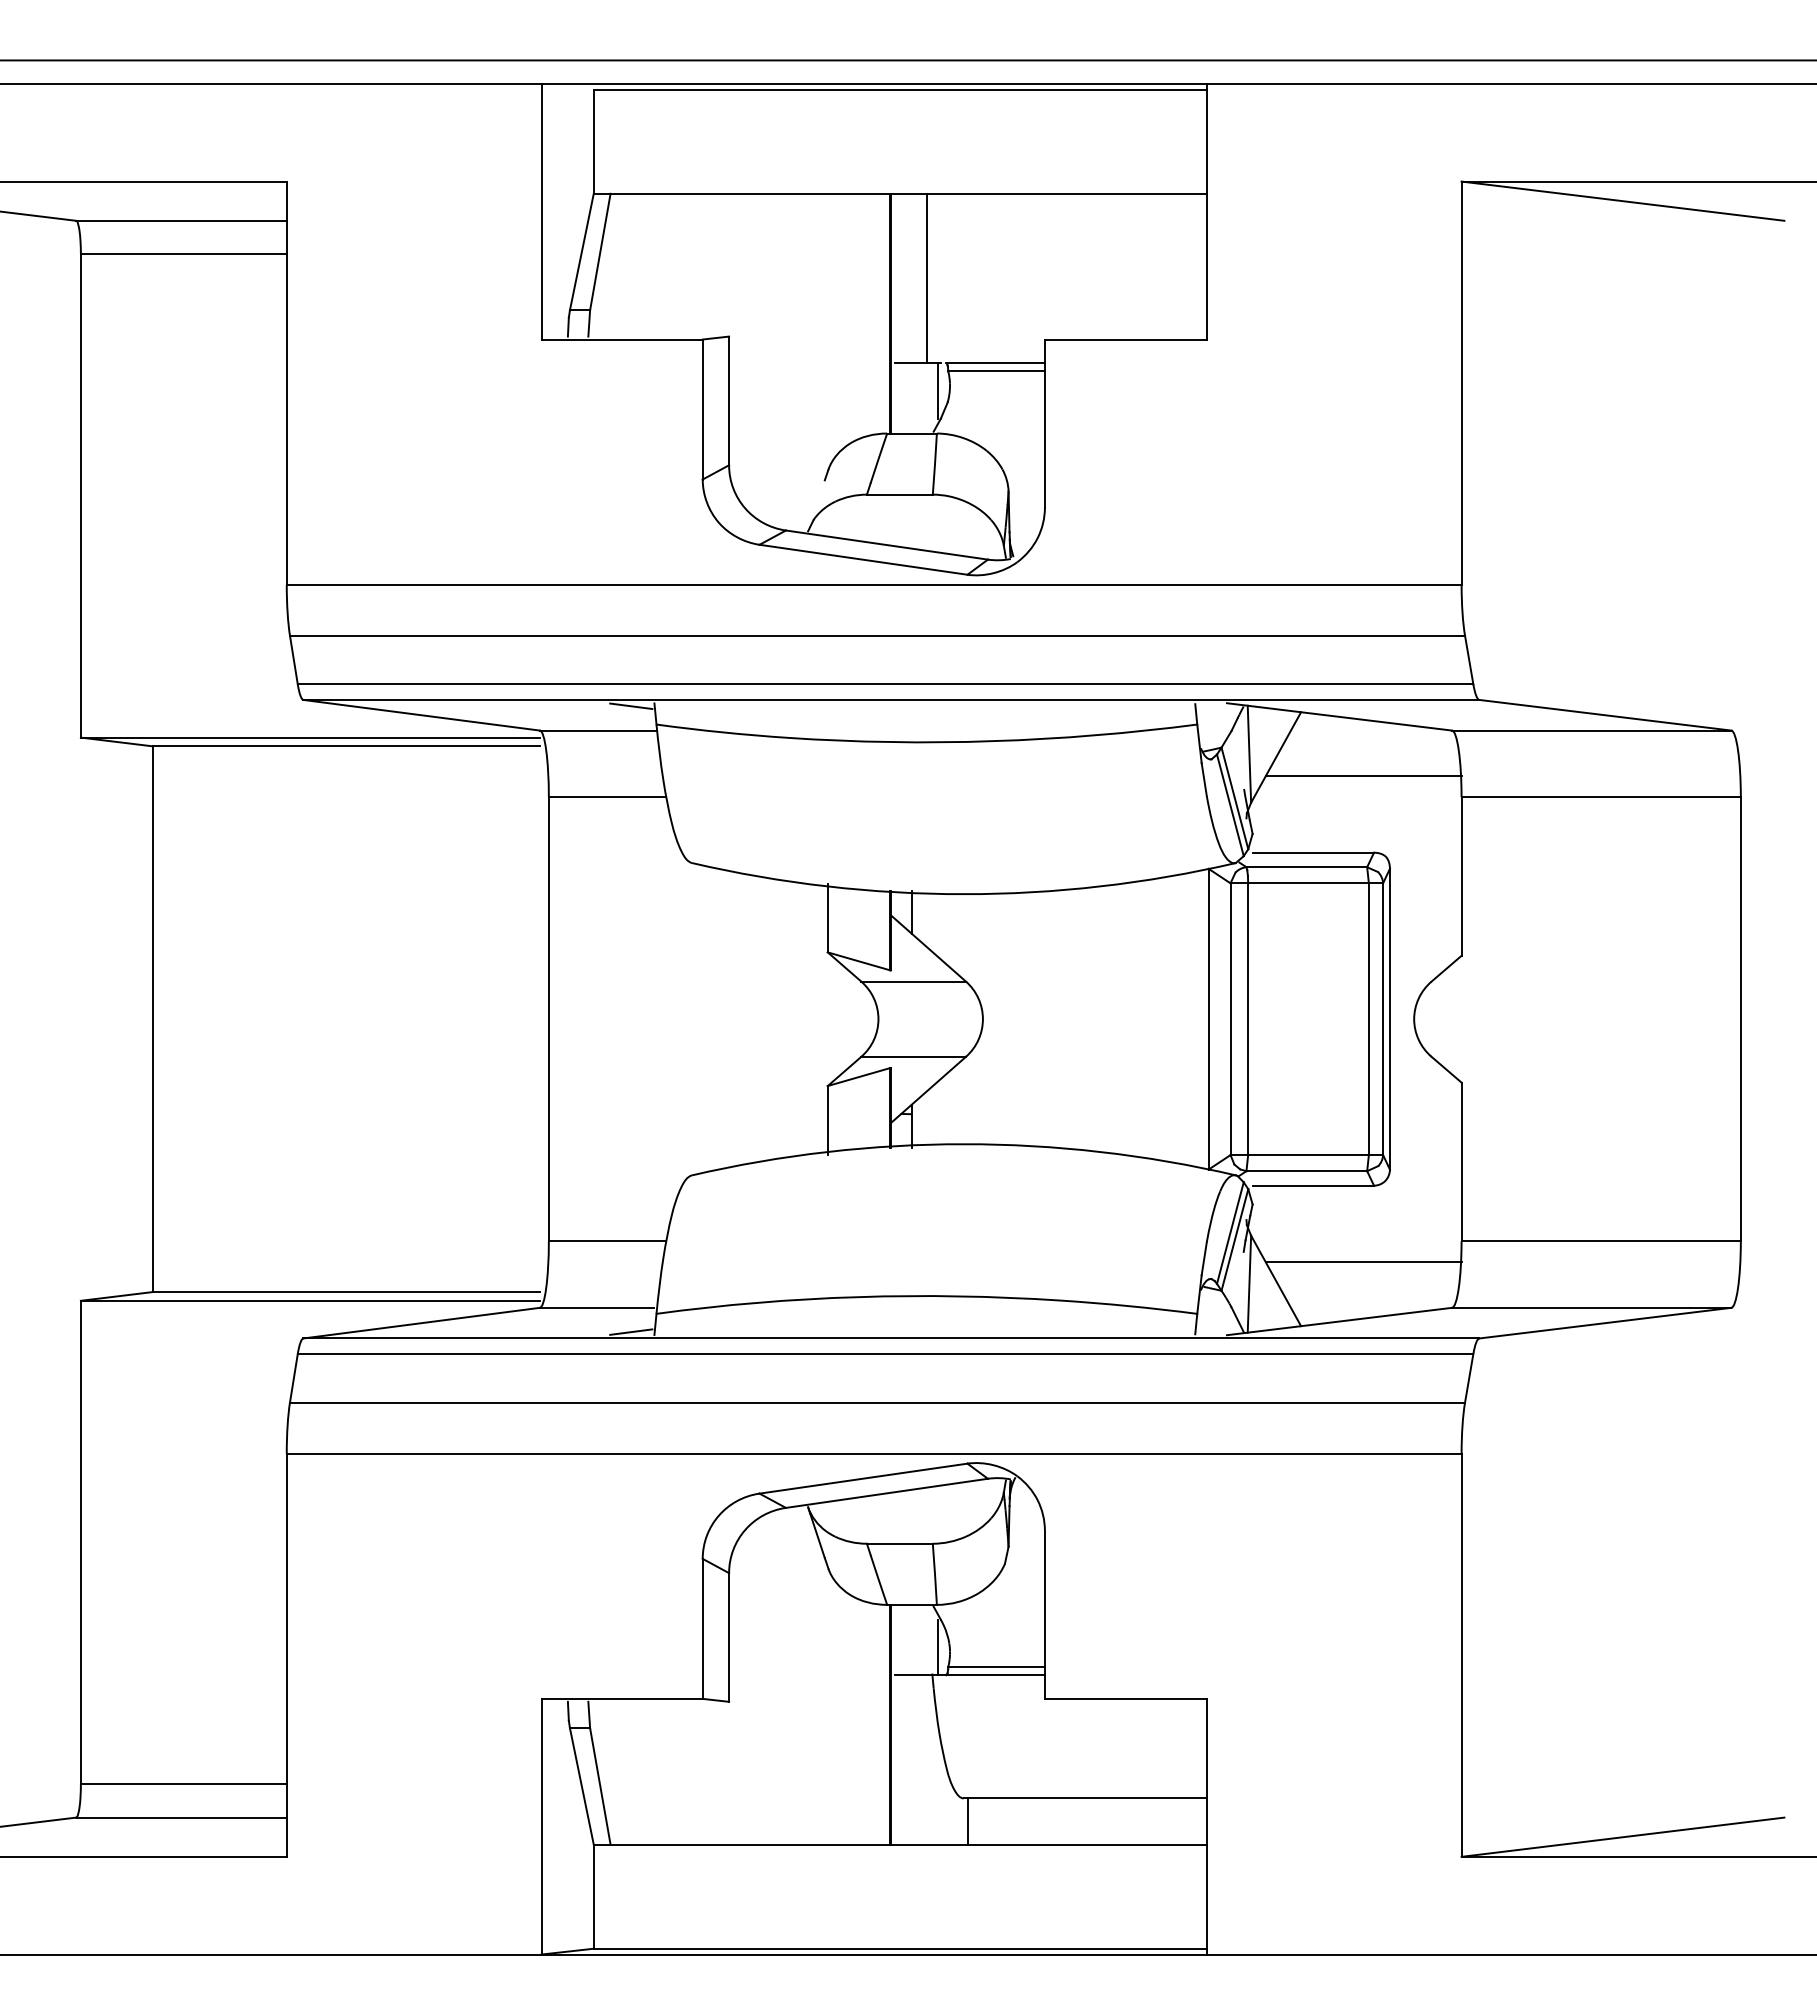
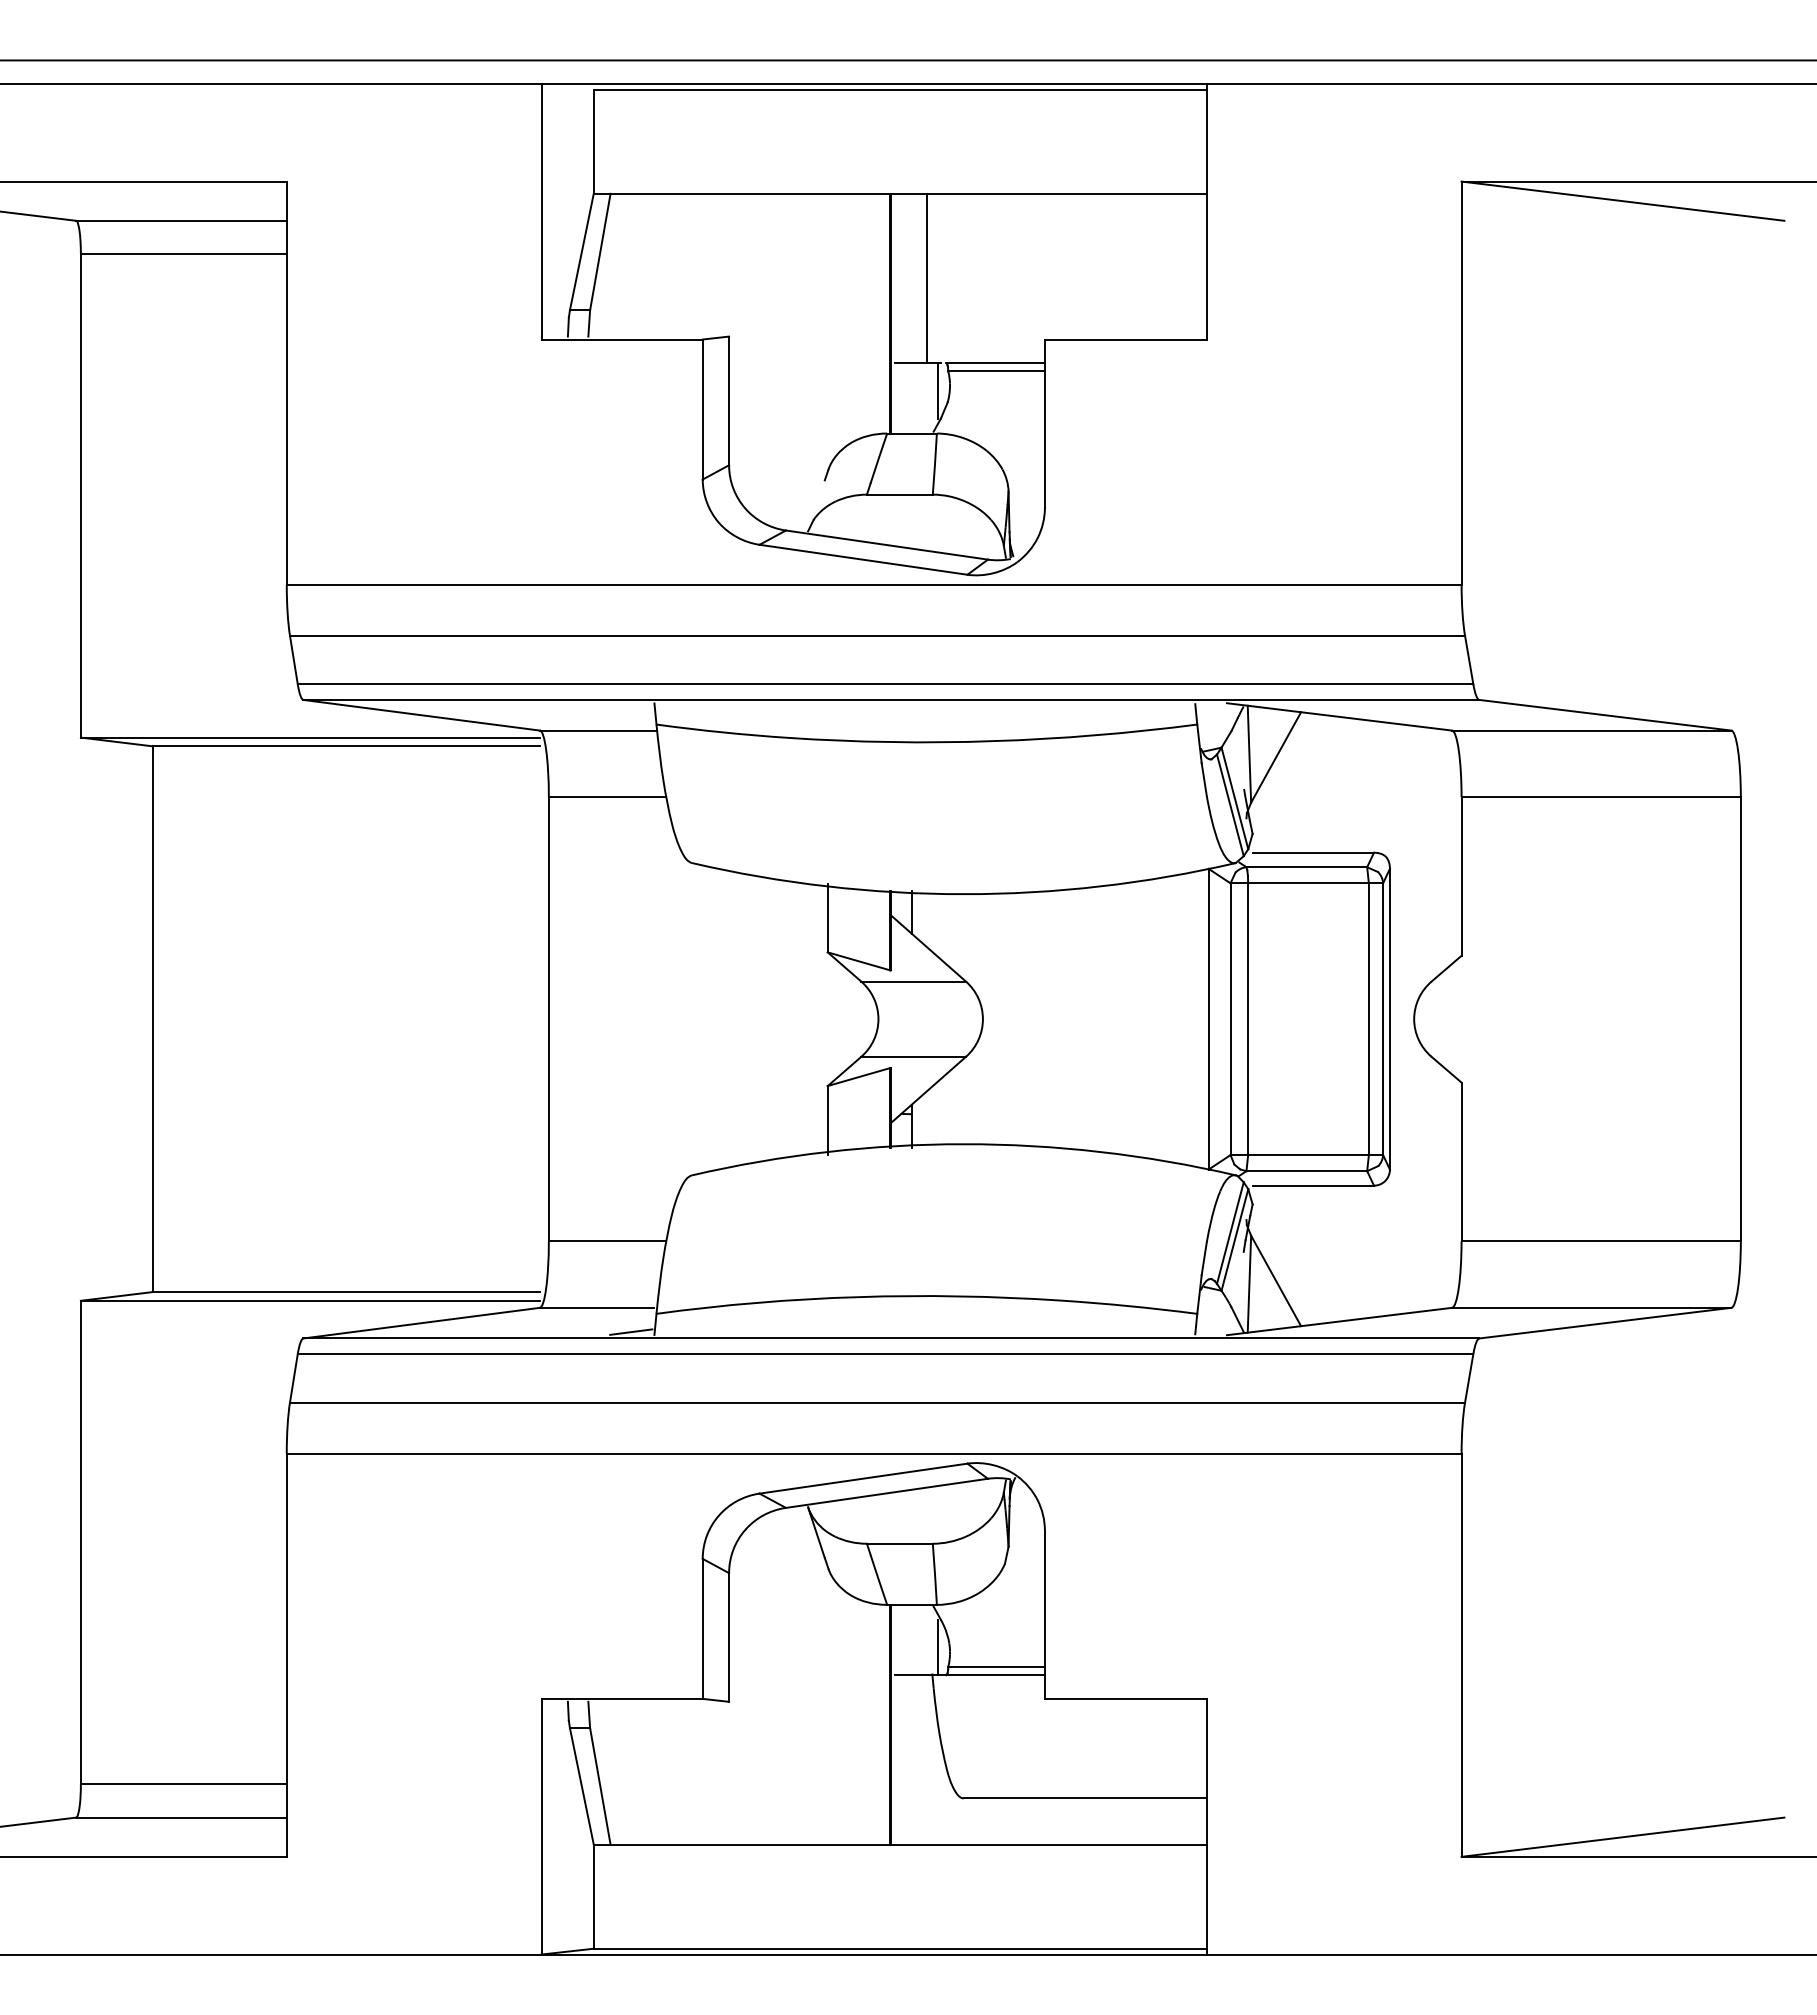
line at (631, 706): present -> none
line at (1363, 776): present -> none
line at (1363, 1262): present -> none
line at (968, 1821): present -> none
